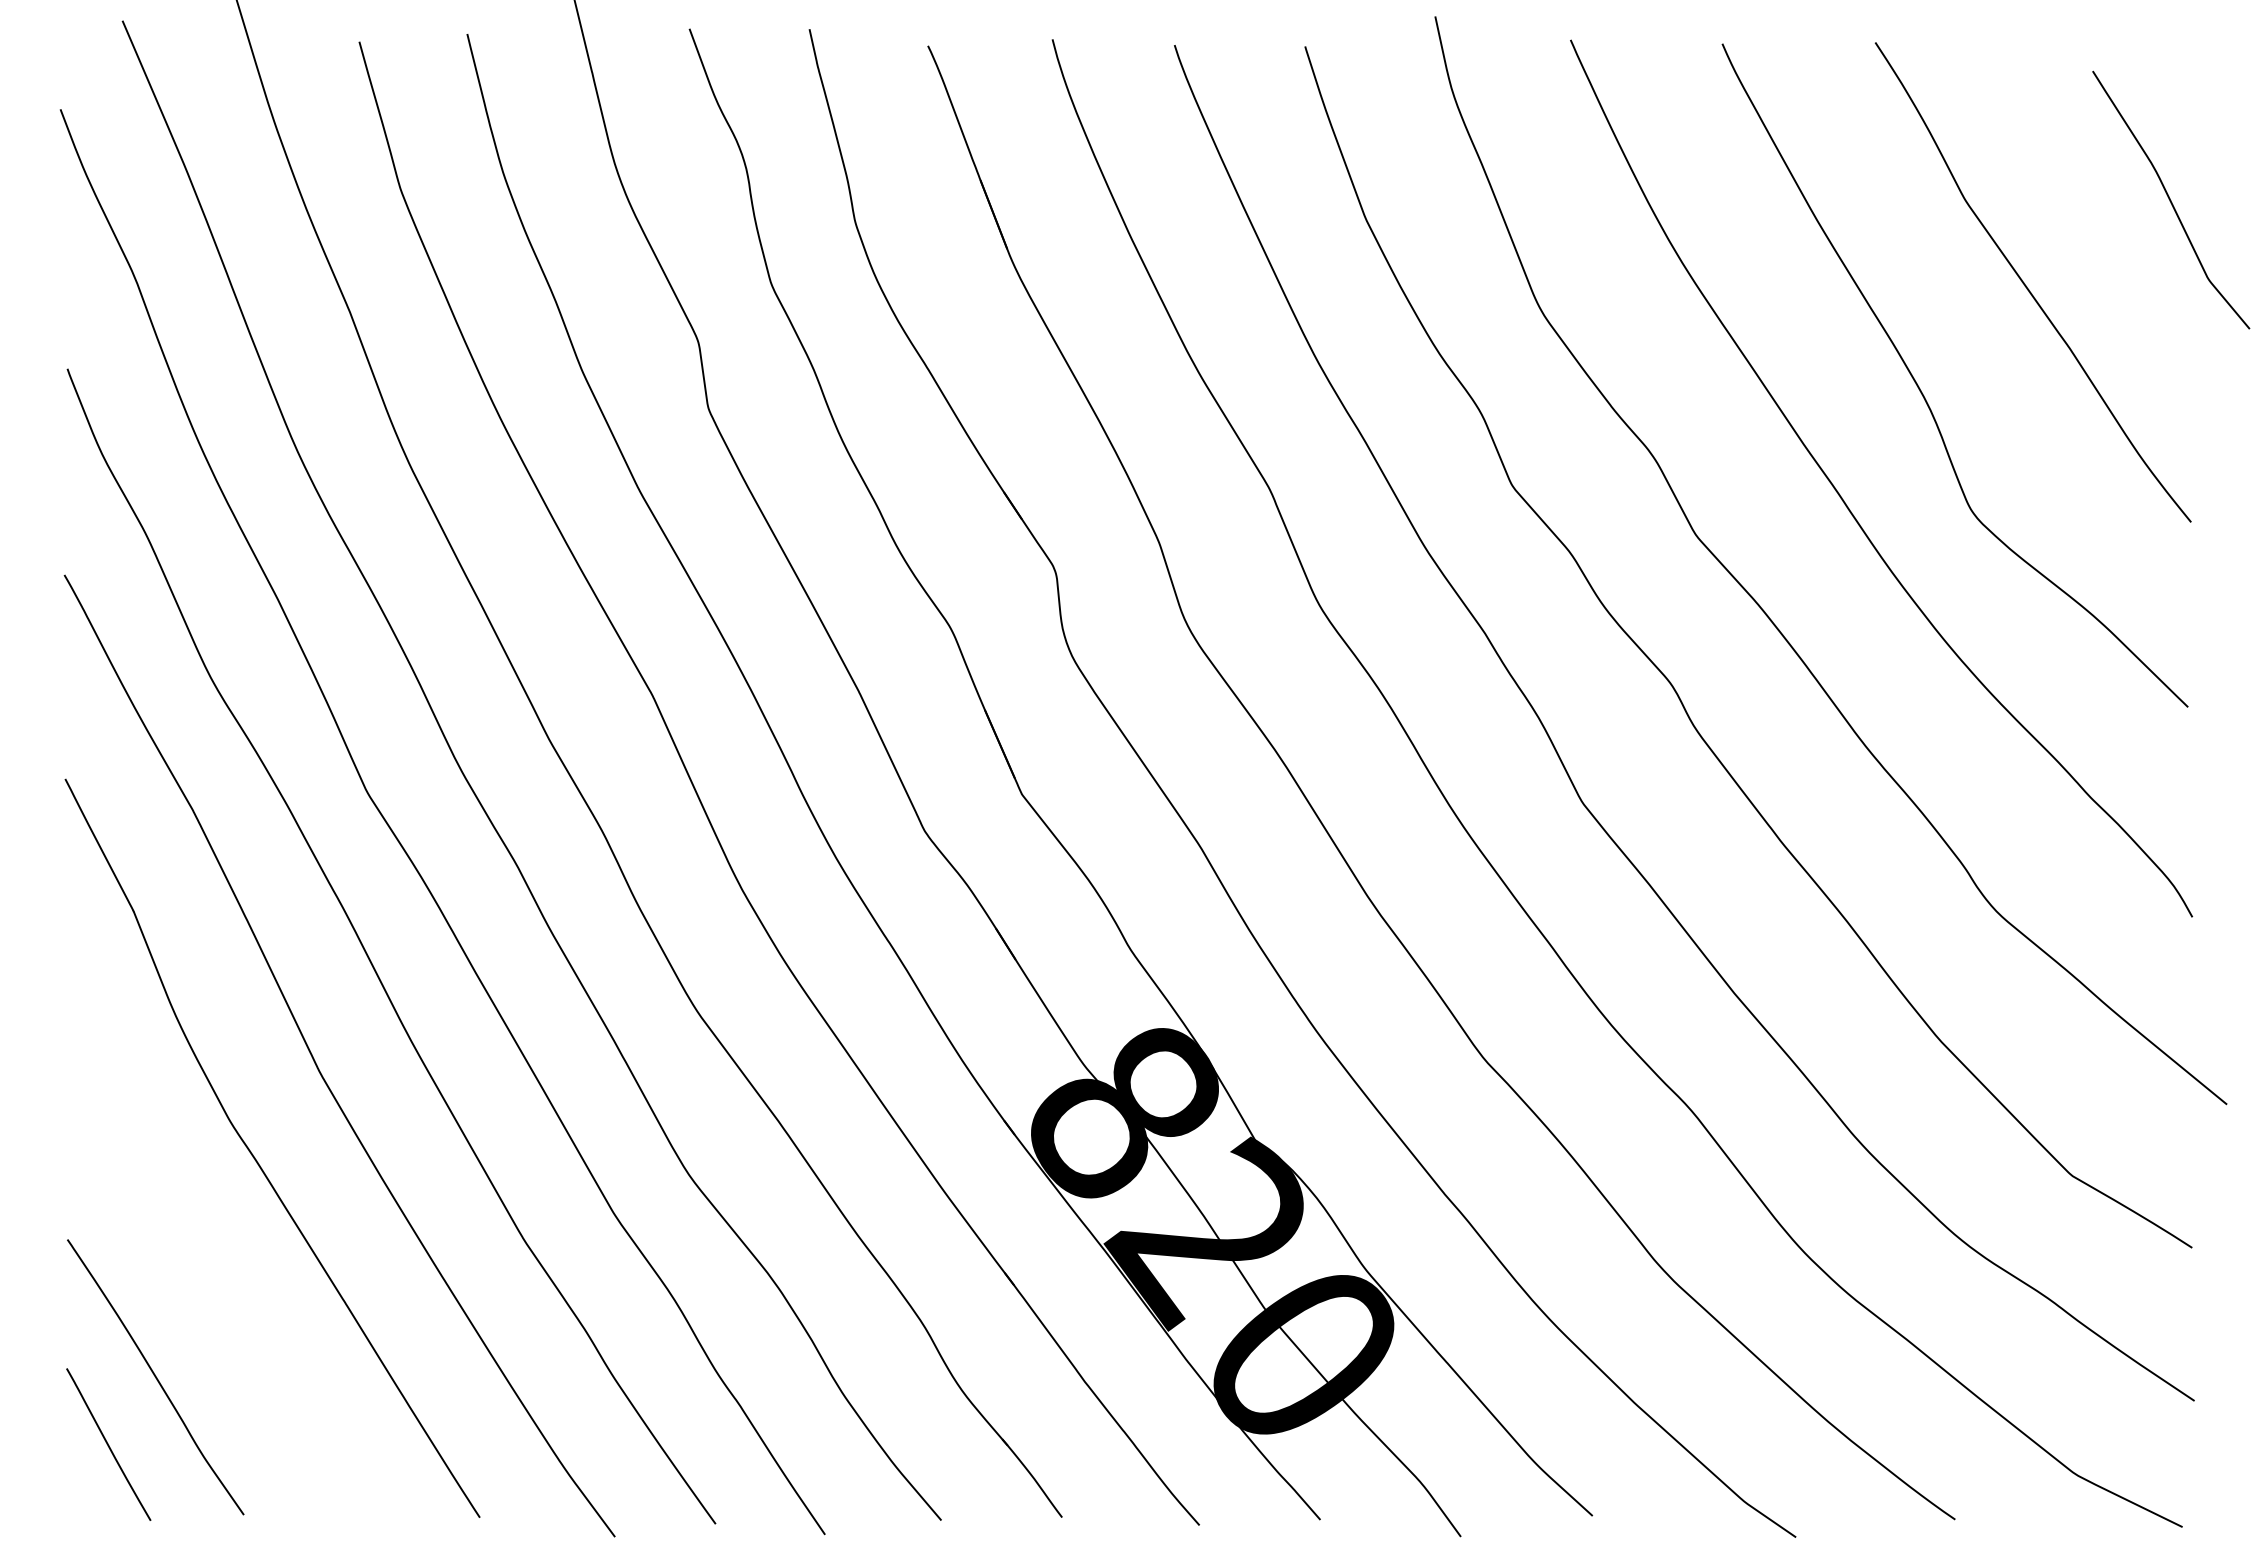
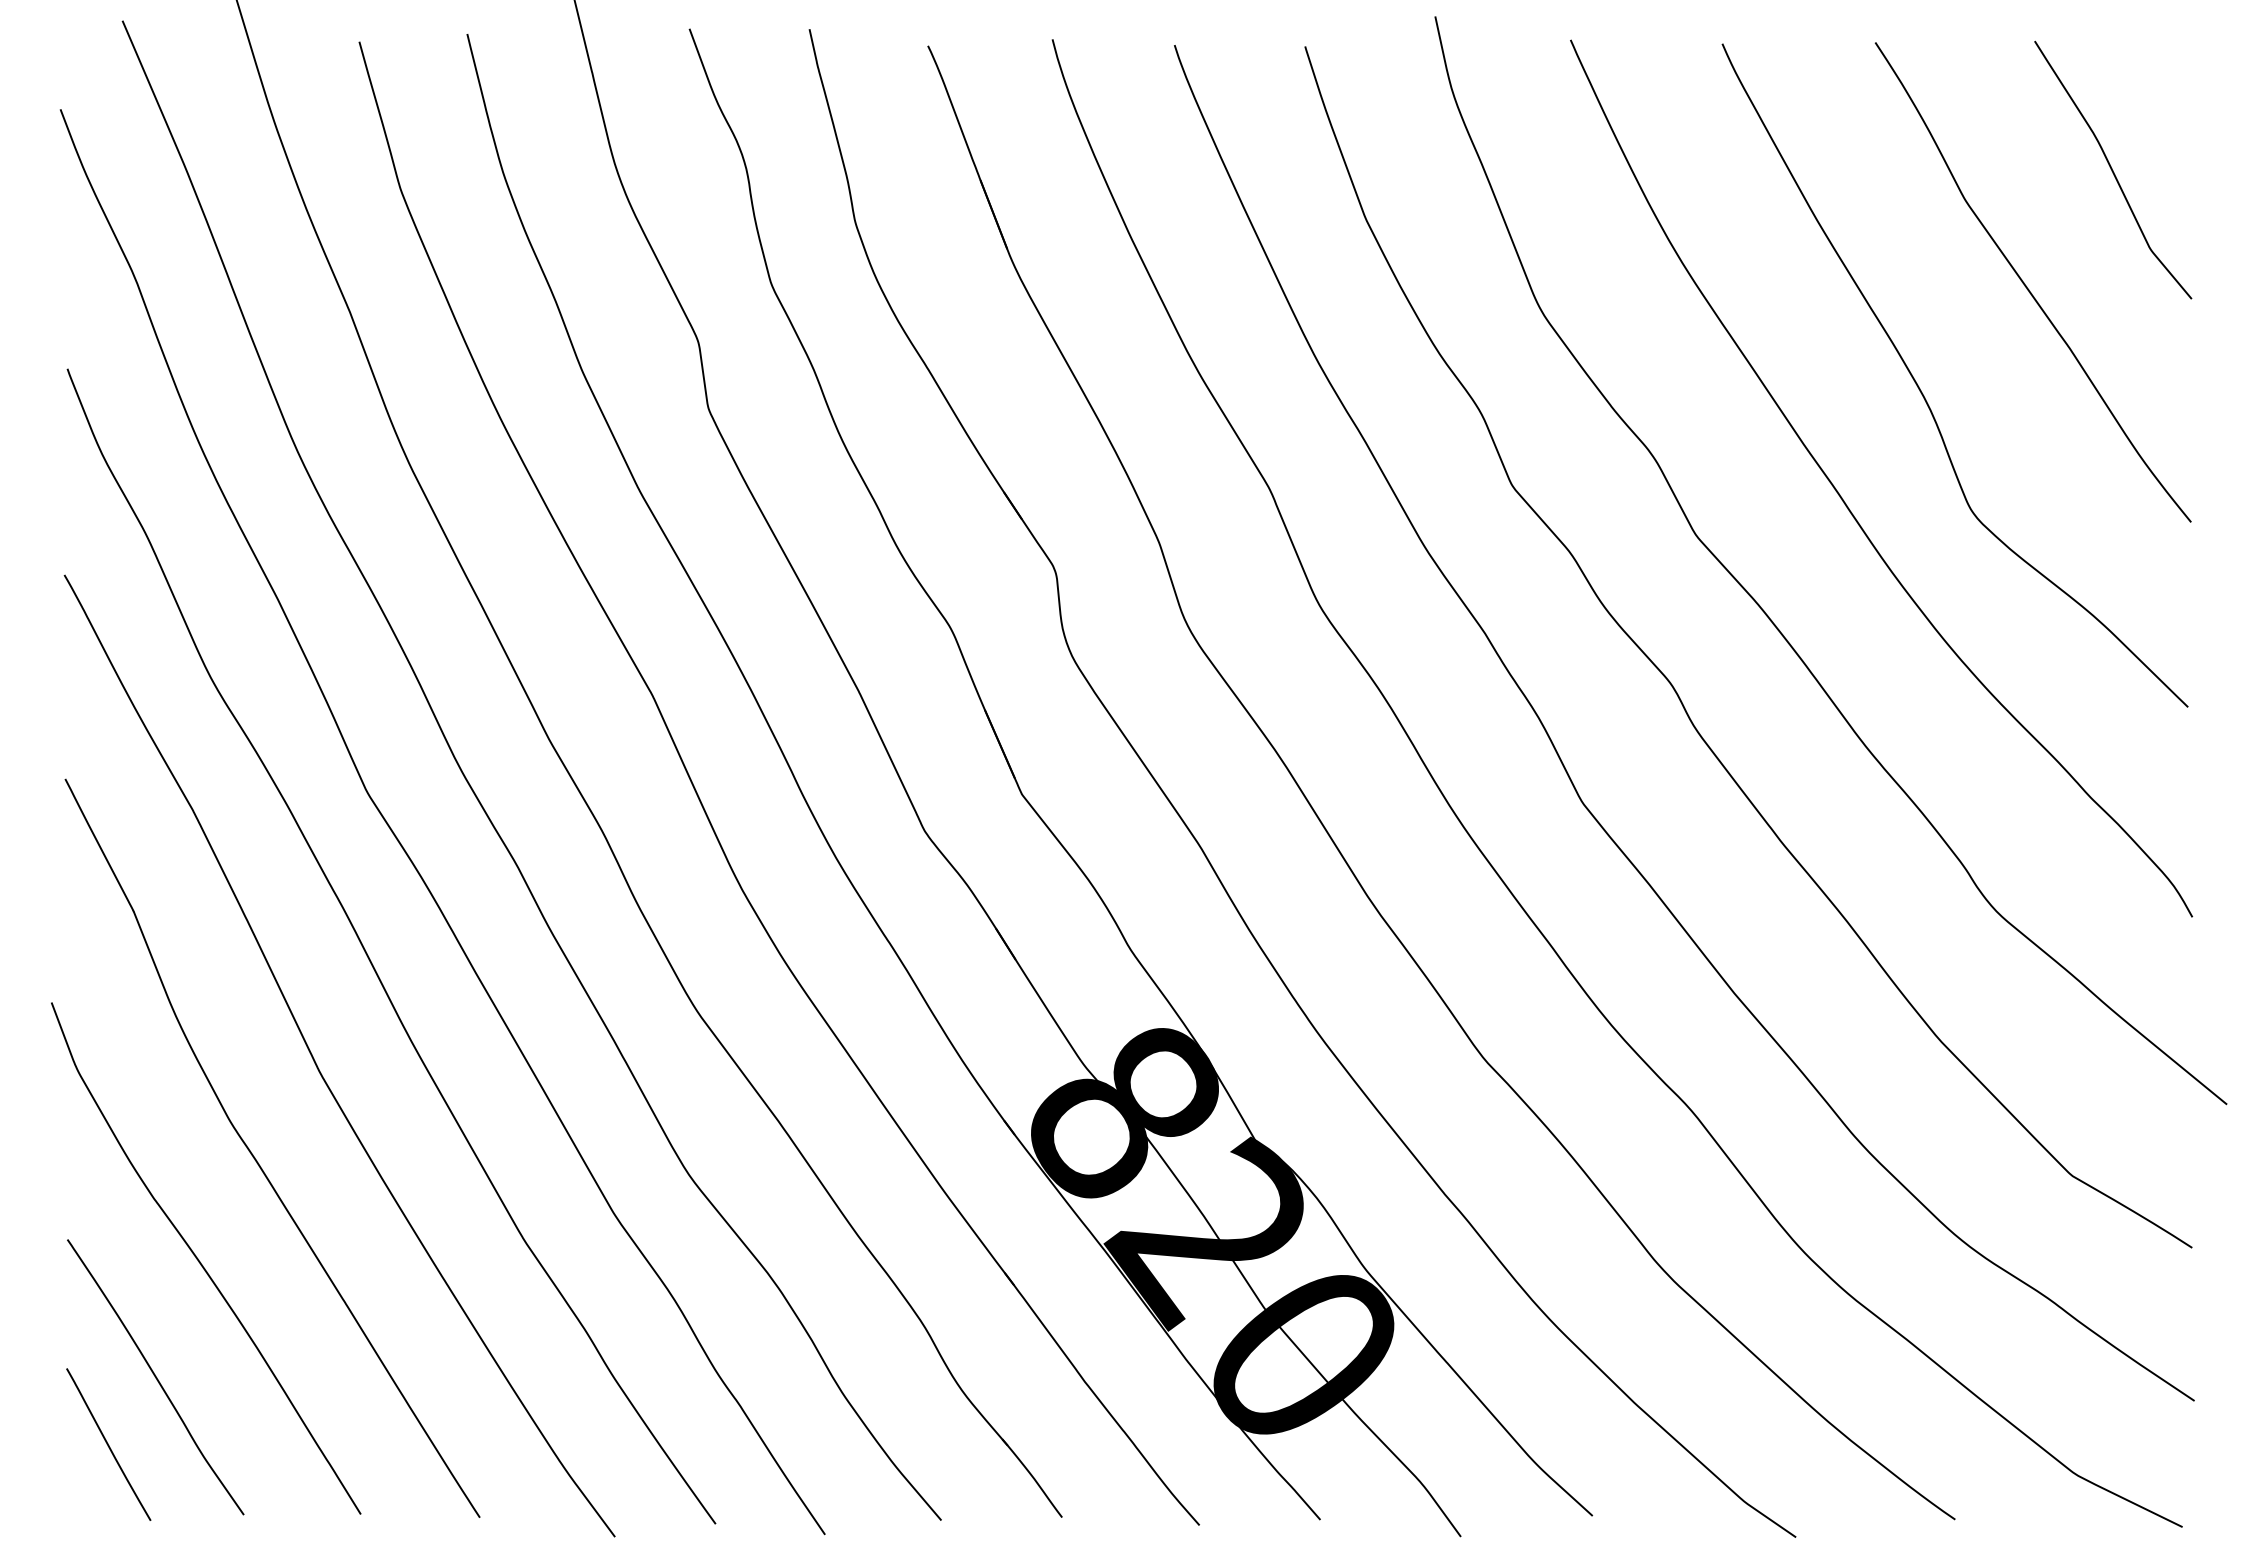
curve at (2170, 199) position: (2170, 199) -> (2112, 169)
curve at (200, 1261): none -> present
